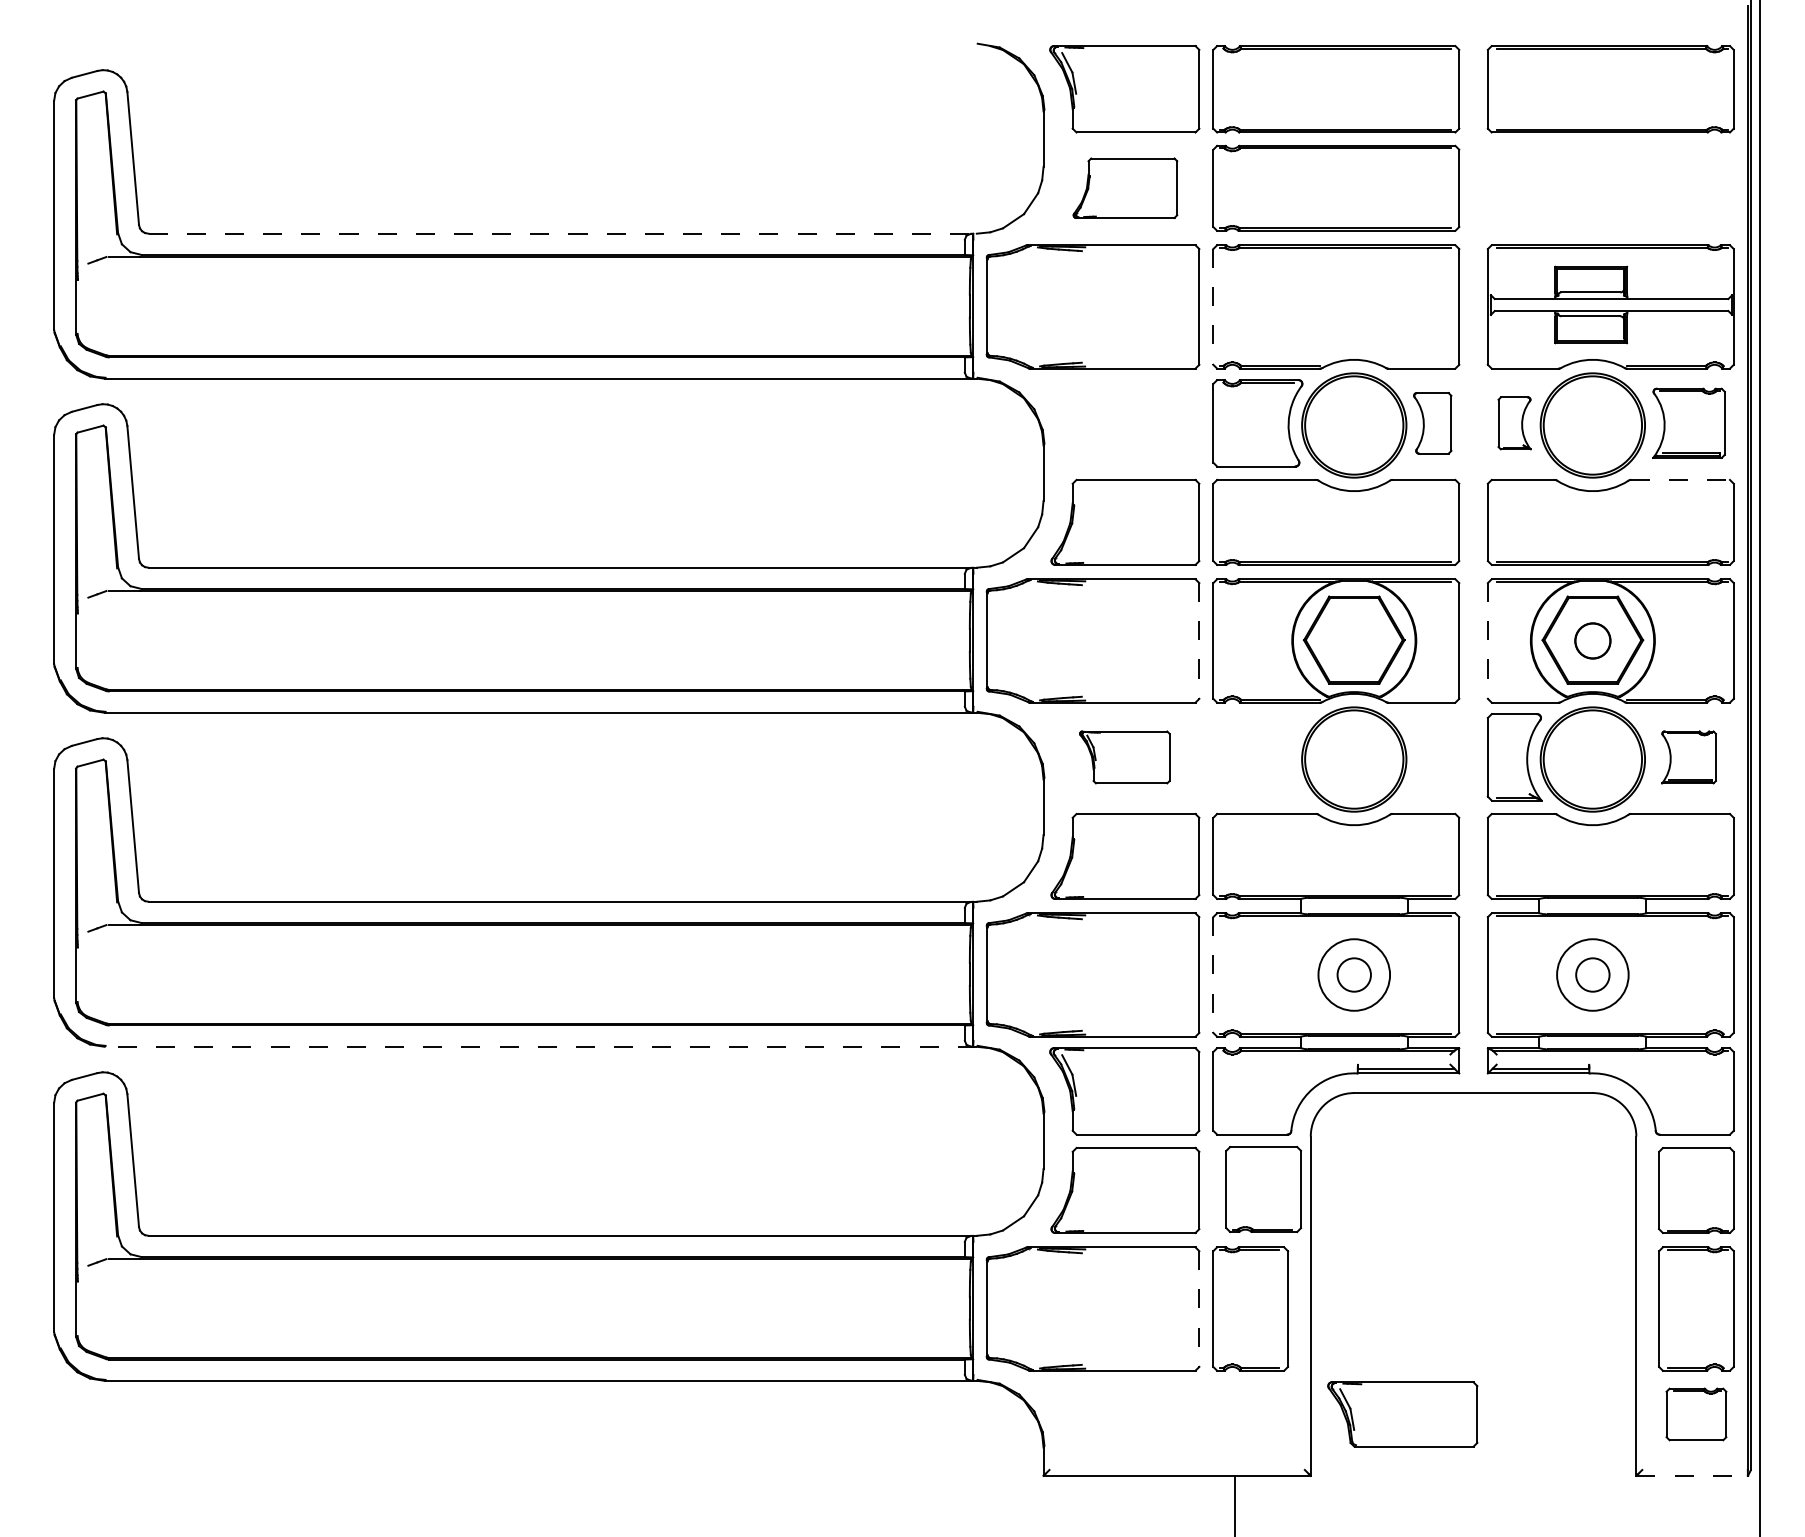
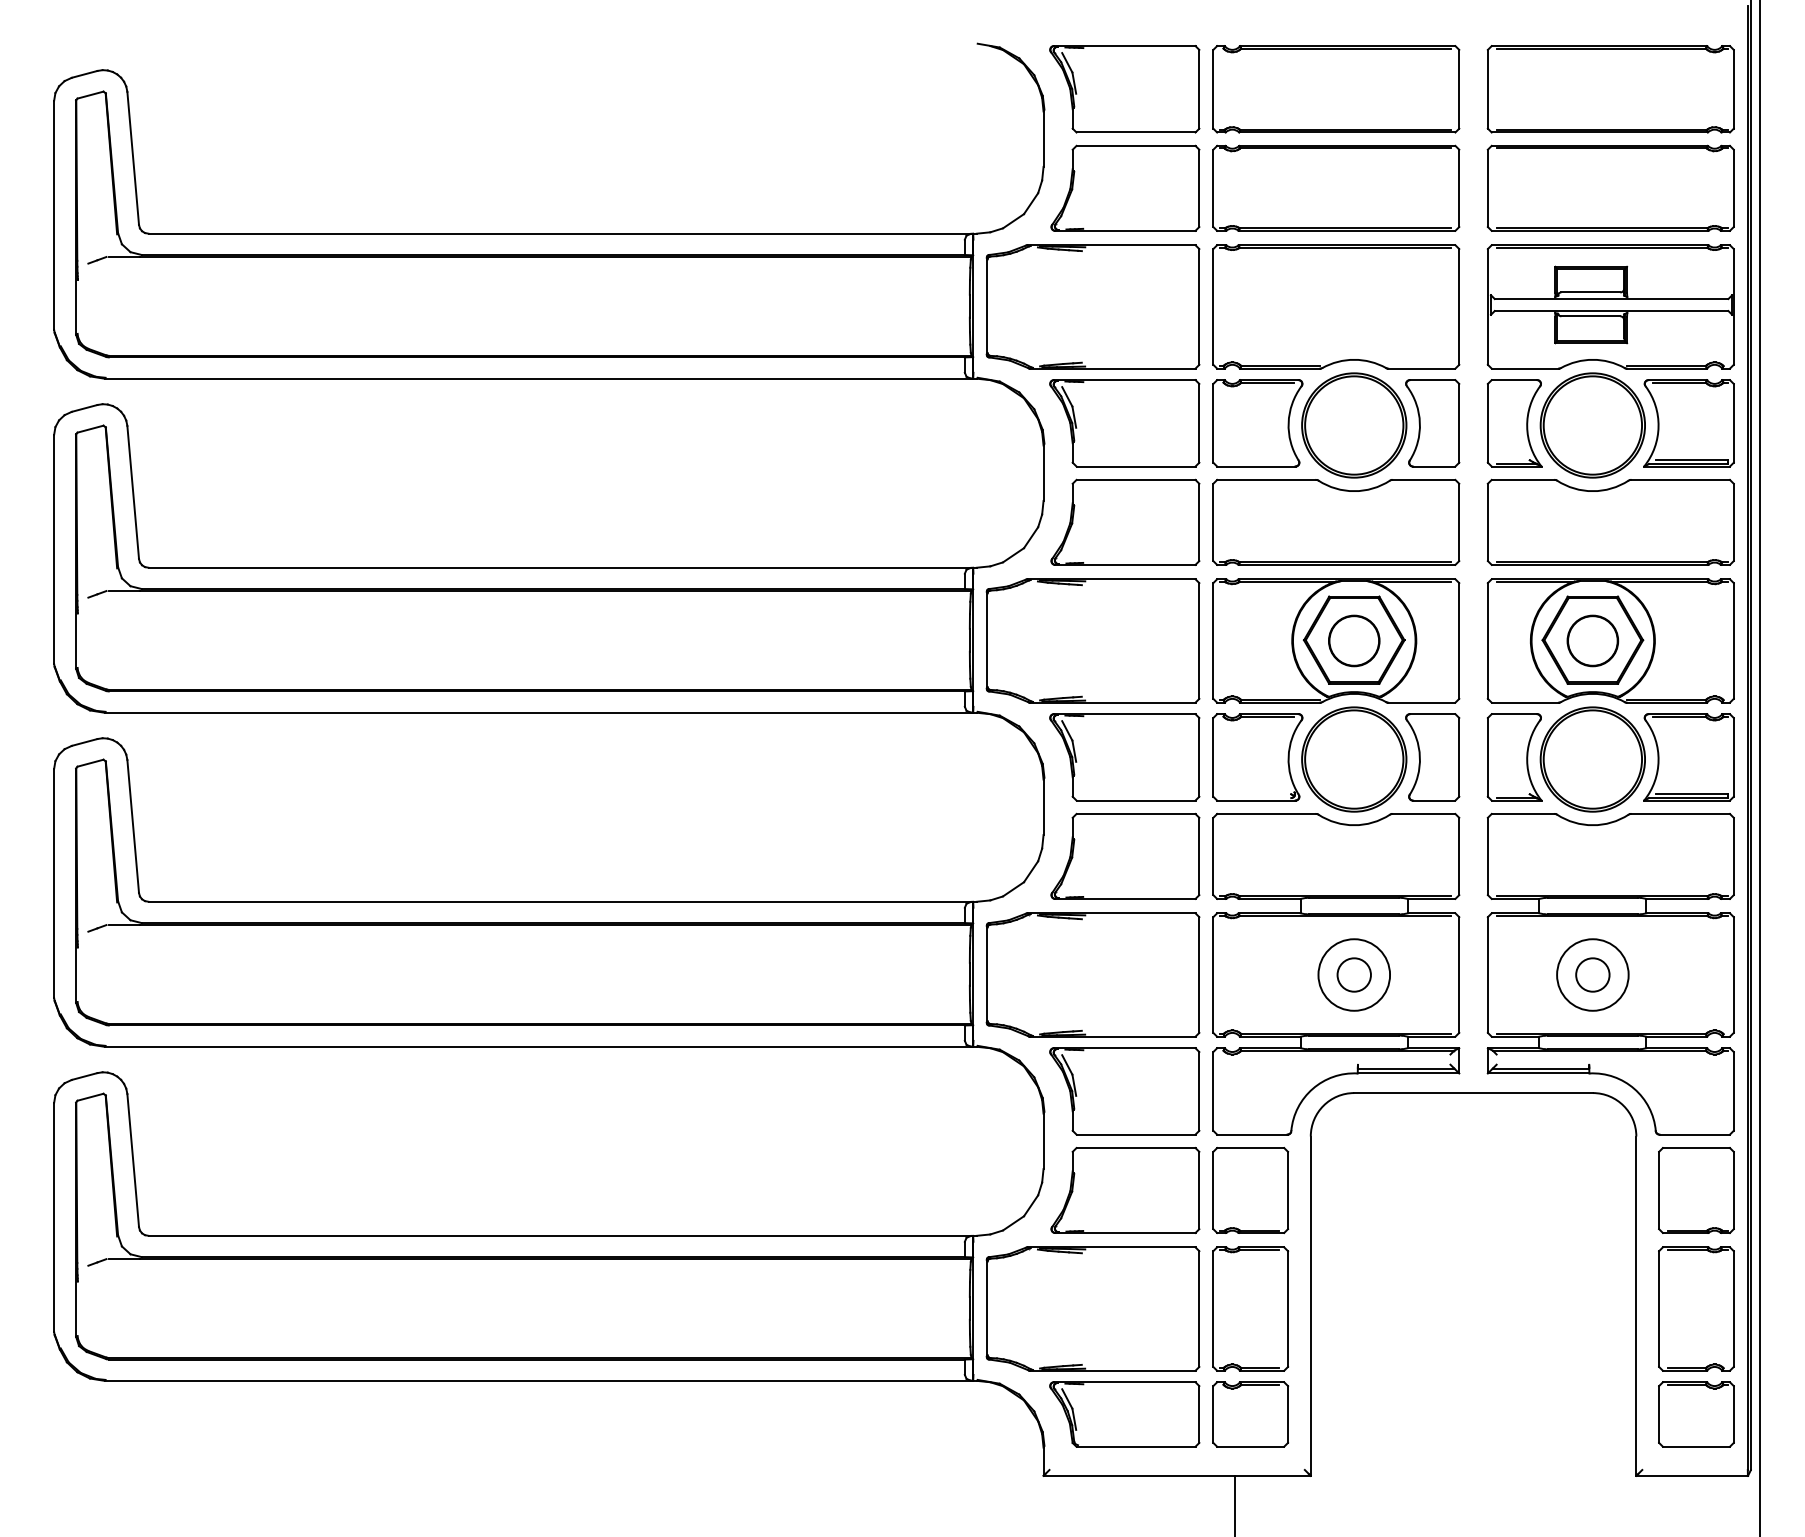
part at (1610, 187): none -> present
part at (1125, 188) size: 107x63 px -> 151x88 px
line at (563, 233): dashed -> solid
line at (1213, 306): dashed -> solid
part at (1688, 422) size: 74x72 px -> 92x89 px
part at (1124, 423): none -> present
part at (1432, 423) size: 40x63 px -> 56x89 px
part at (1514, 423) size: 35x55 px -> 57x89 px
line at (1680, 479): dashed -> solid
line at (1199, 640): dashed -> solid
part at (1354, 640): none -> present
line at (1487, 640): dashed -> solid
part at (1592, 640) size: 38x38 px -> 54x54 px
part at (1124, 757) size: 92x55 px -> 152x89 px
part at (1257, 757): none -> present
part at (1432, 757): none -> present
part at (1688, 757) size: 56x55 px -> 92x89 px
line at (1213, 975): dashed -> solid
line at (540, 1046): dashed -> solid
part at (1263, 1189) position: (1263, 1189) -> (1250, 1190)
line at (1199, 1309): dashed -> solid
part at (1250, 1414): none -> present
part at (1402, 1414) position: (1402, 1414) -> (1124, 1414)
part at (1696, 1414) size: 63x55 px -> 77x67 px
line at (1692, 1475): dashed -> solid
